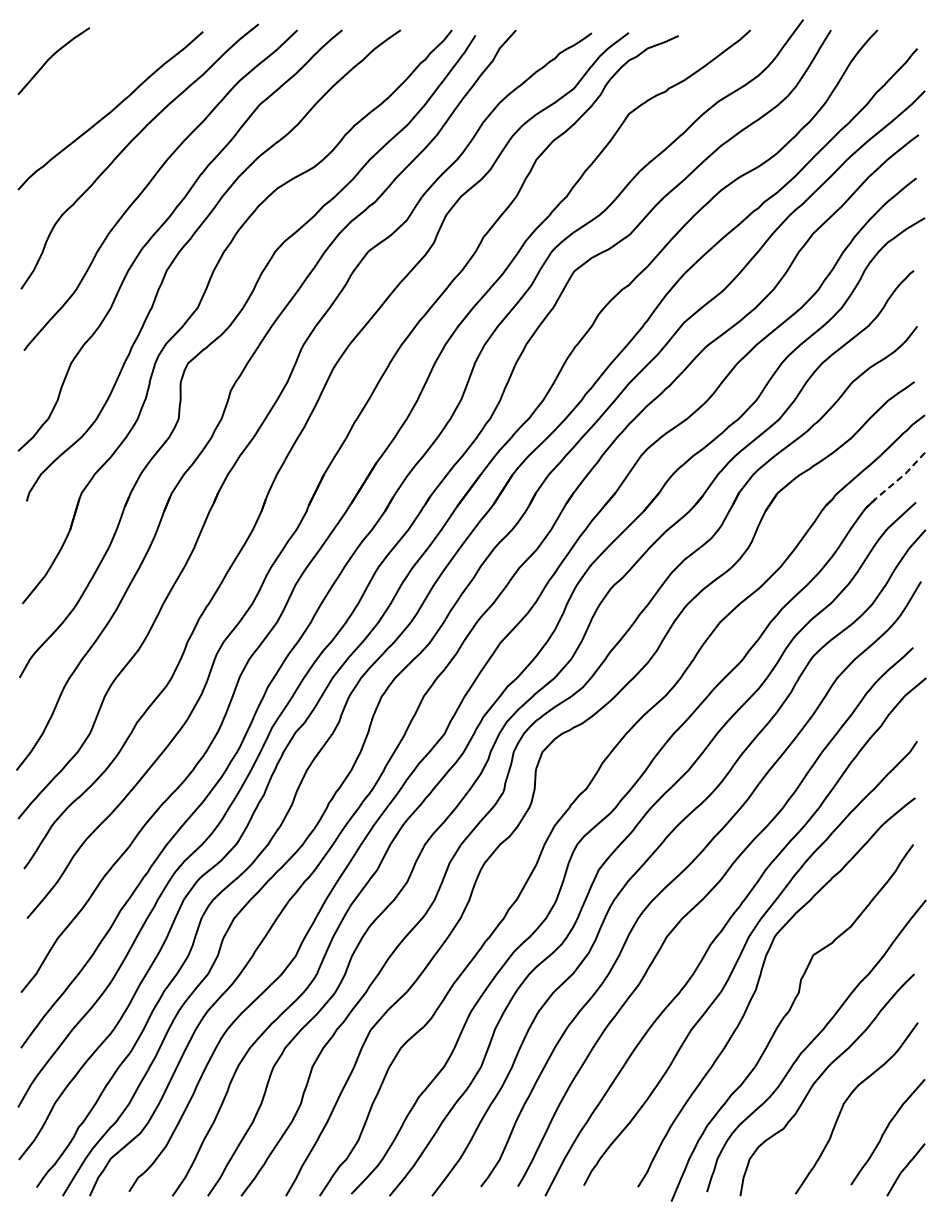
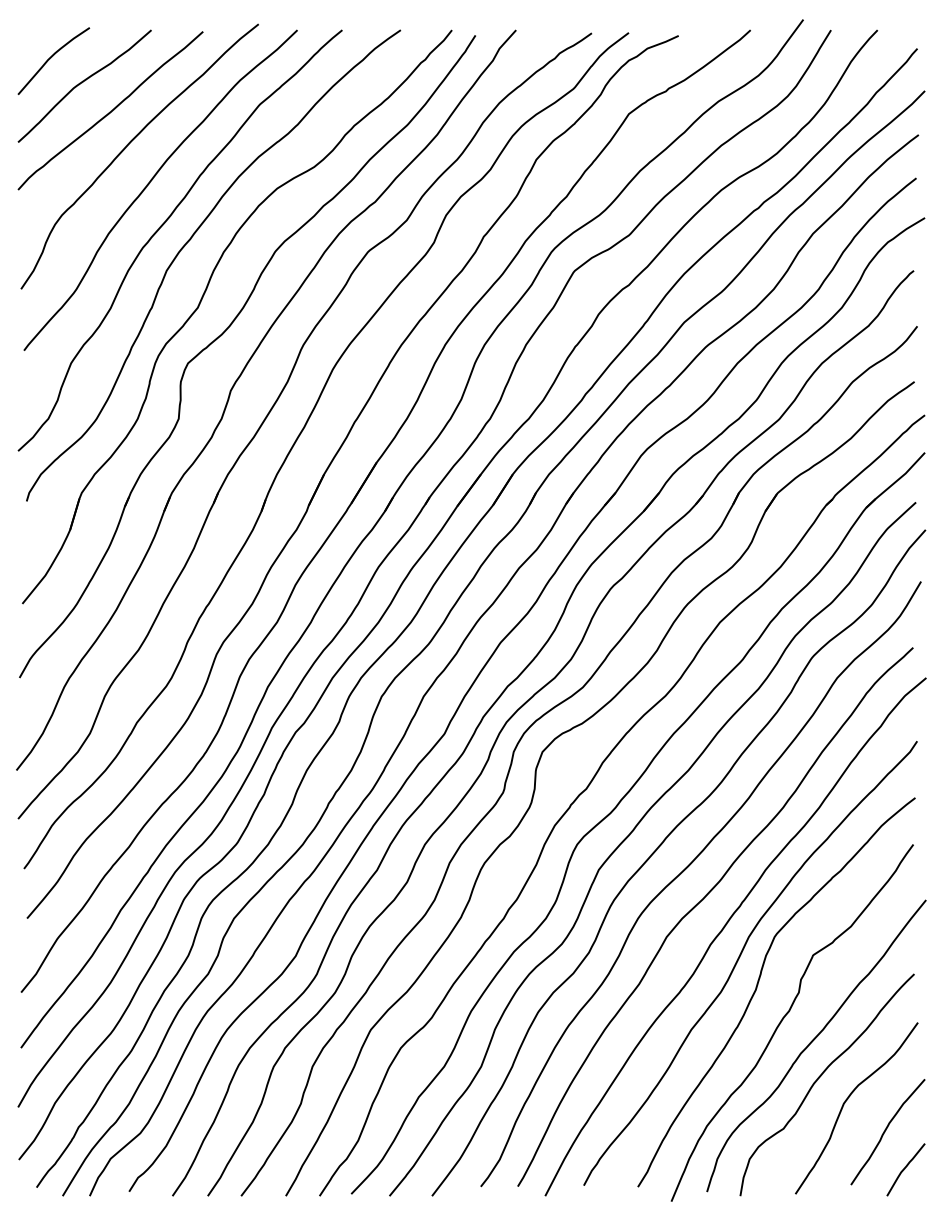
curve at (82, 83): none -> present
line at (895, 481): dashed -> solid
